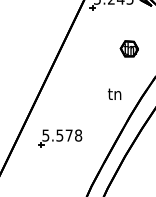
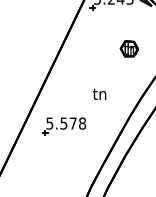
text at (114, 93) position: (114, 93) -> (99, 93)
part at (60, 138) position: (60, 138) -> (64, 126)
